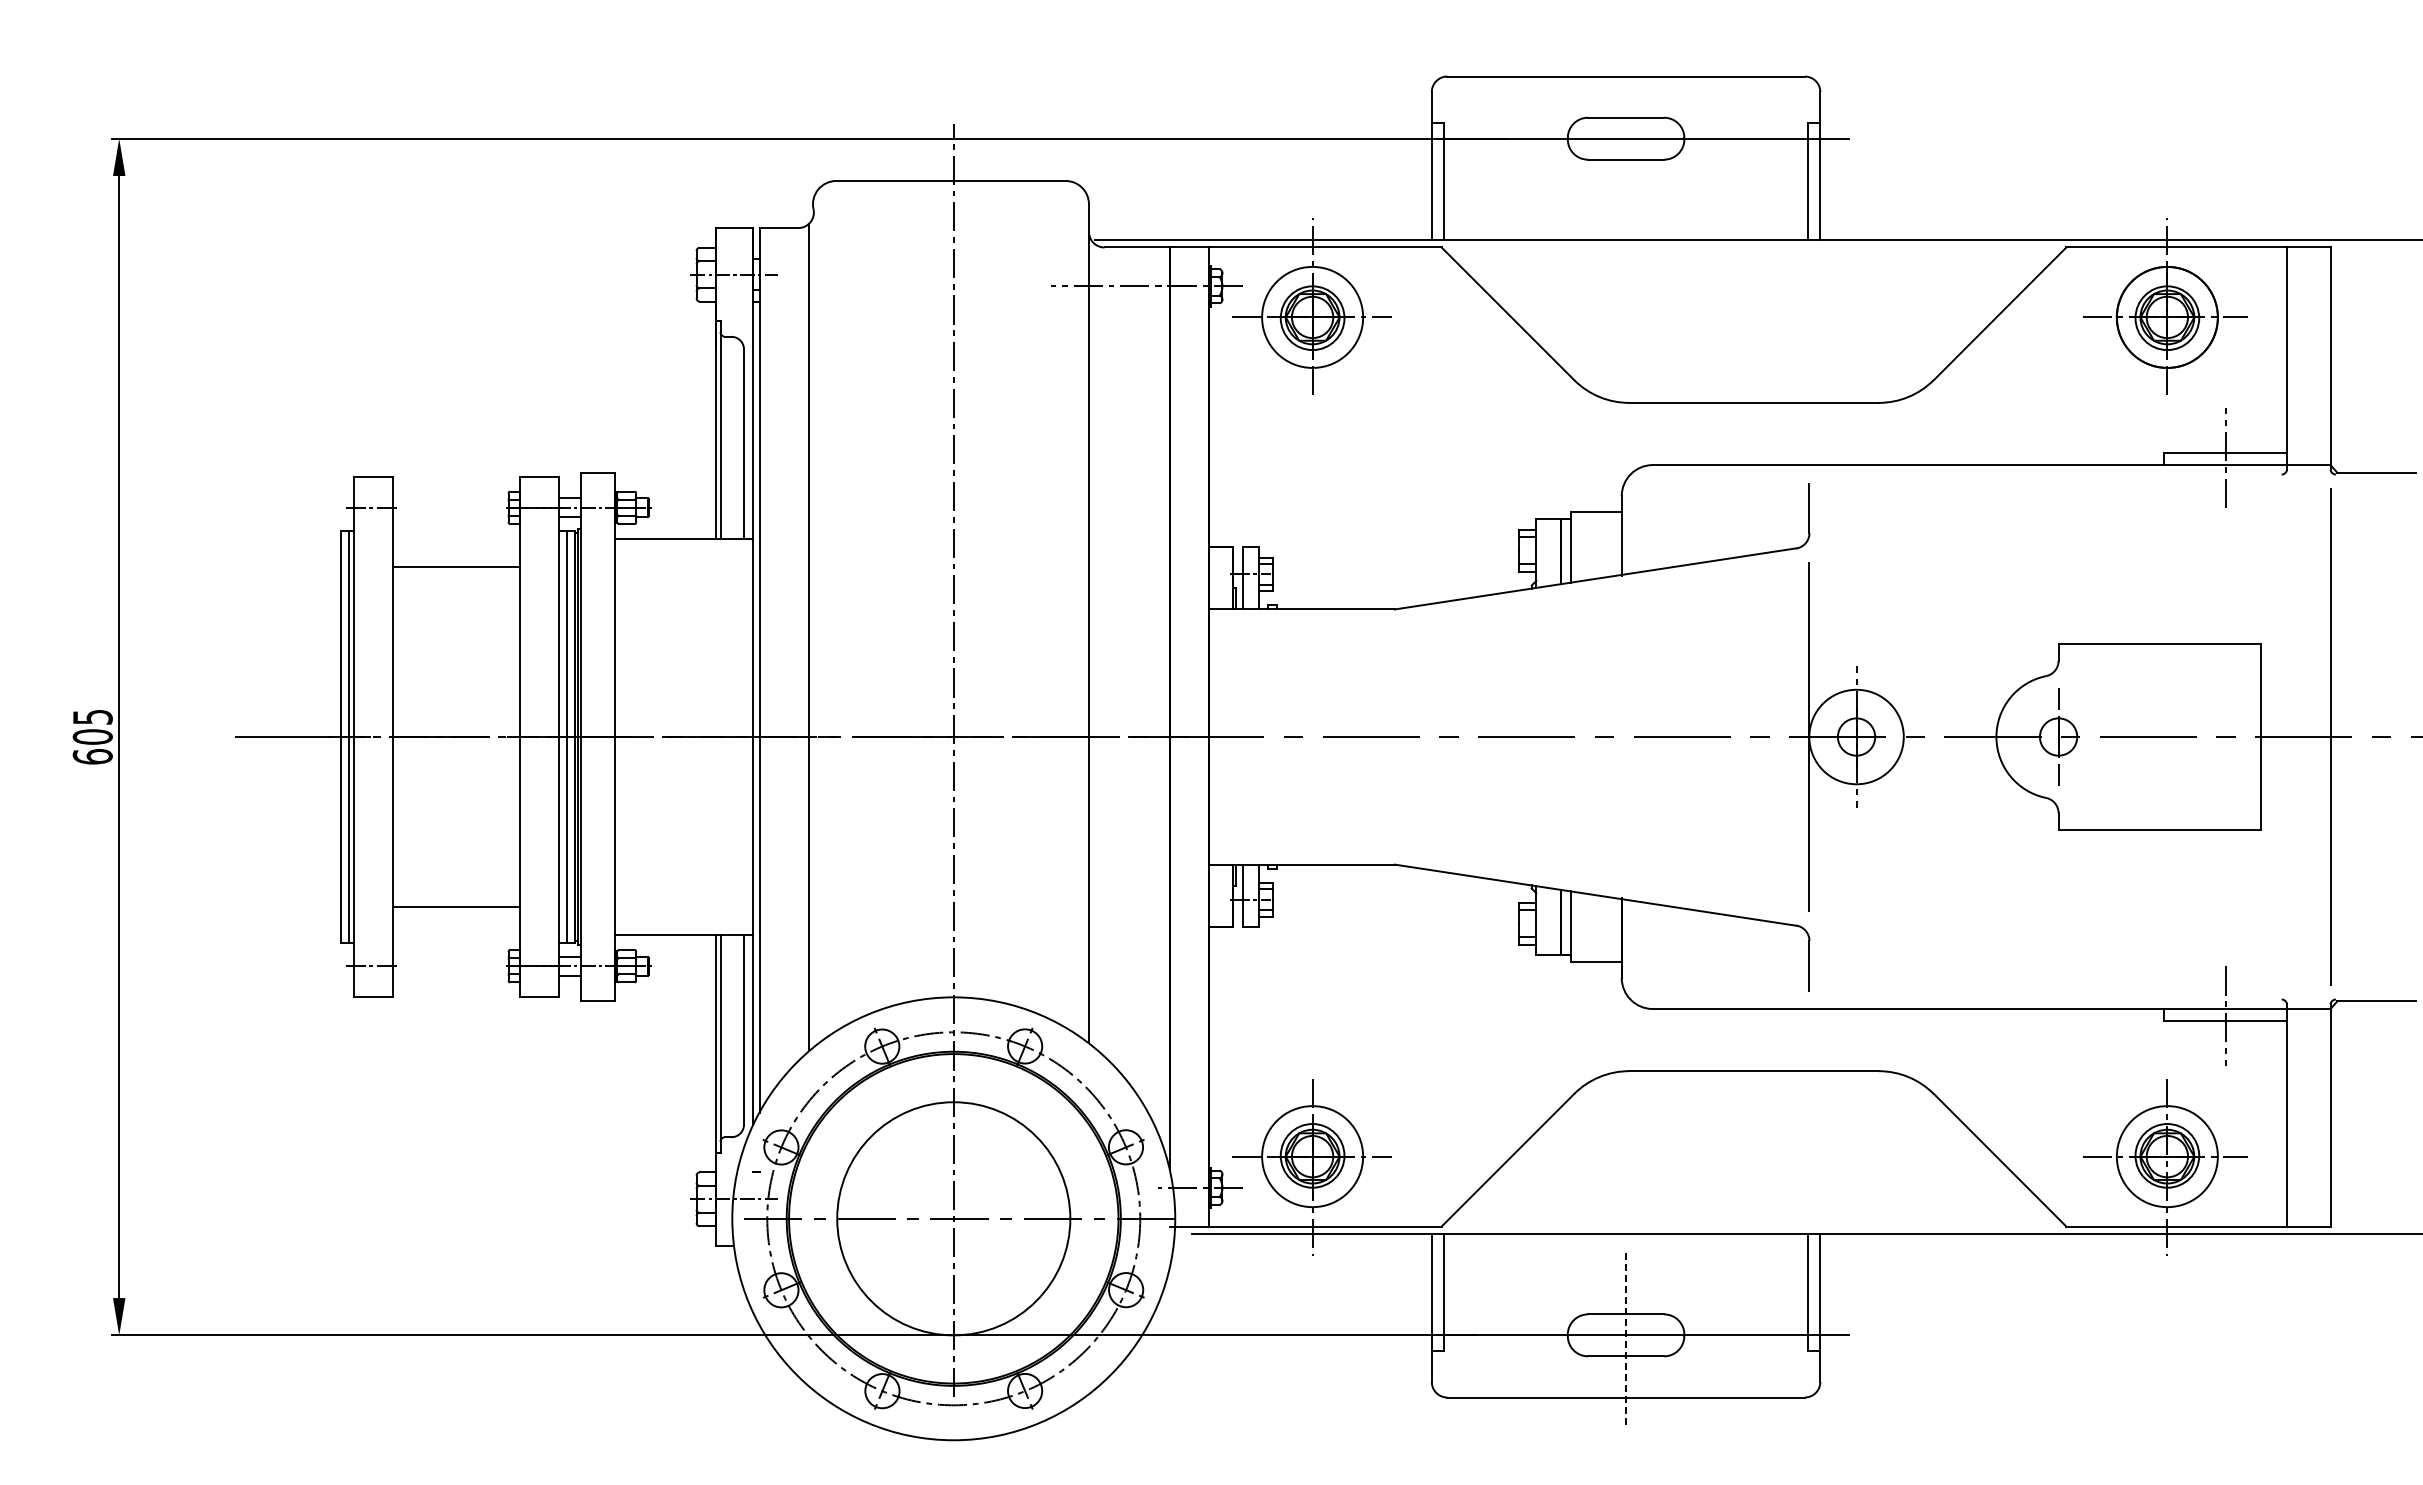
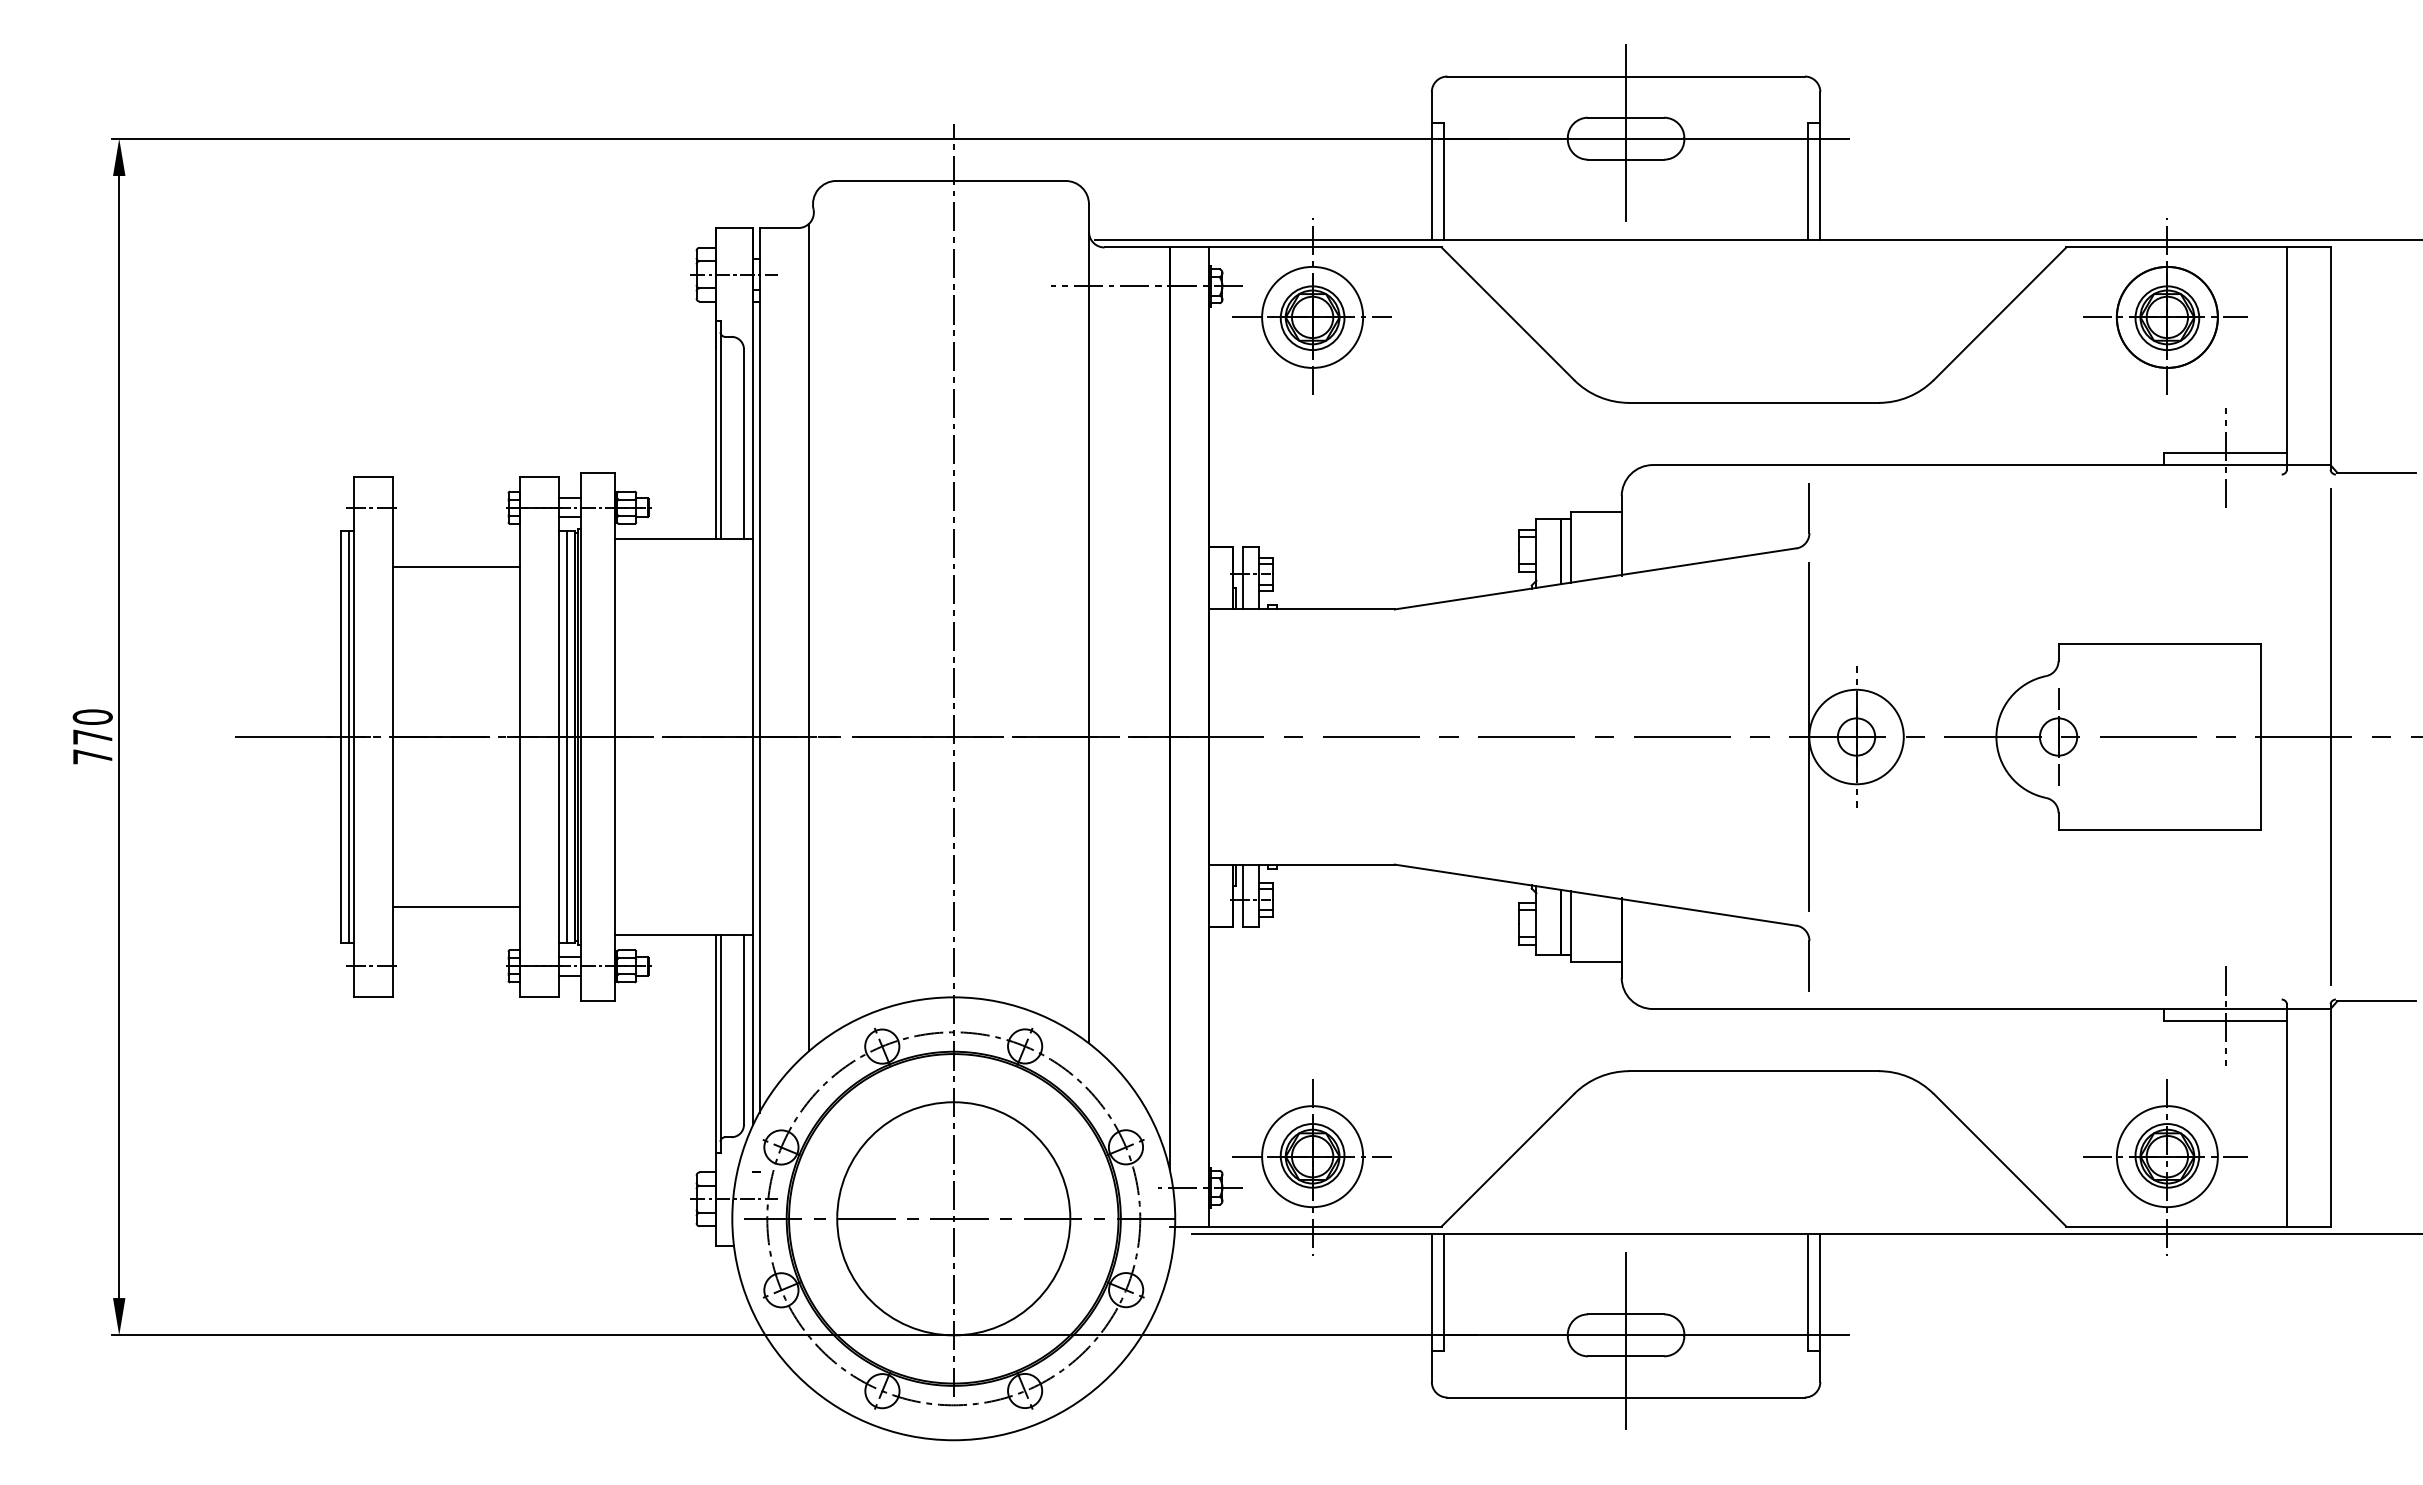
line at (1626, 132): none -> present
text at (92, 736): 605 -> 770
line at (1626, 1341): dashed -> solid
